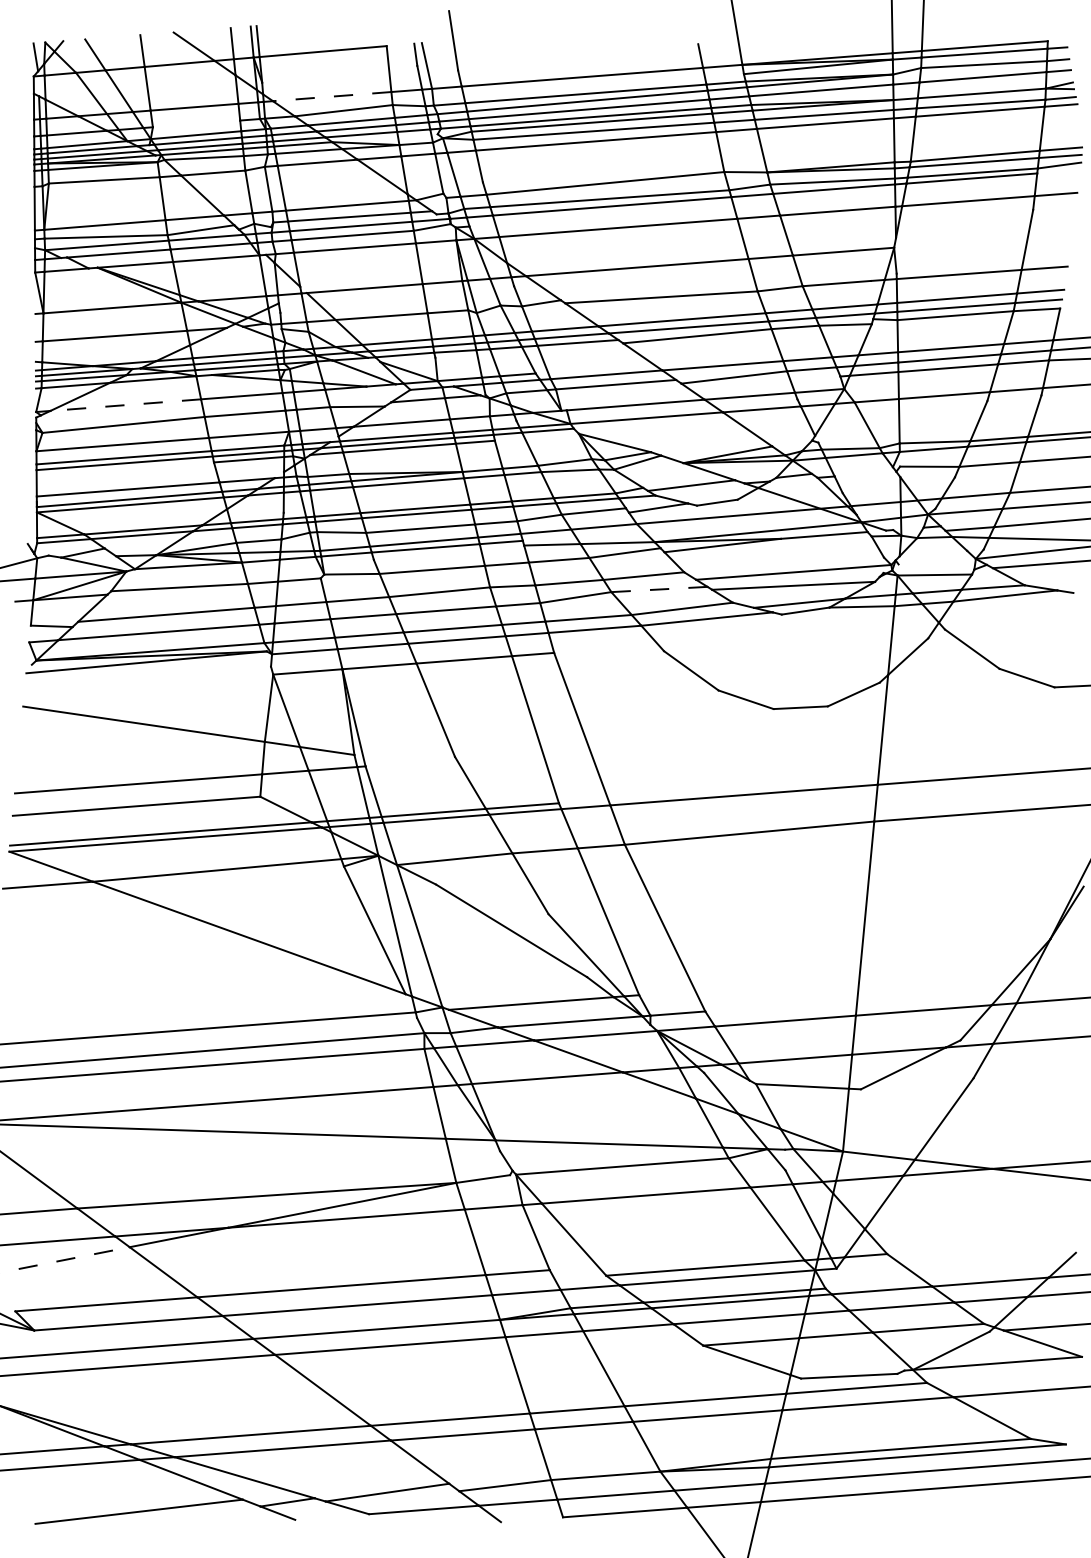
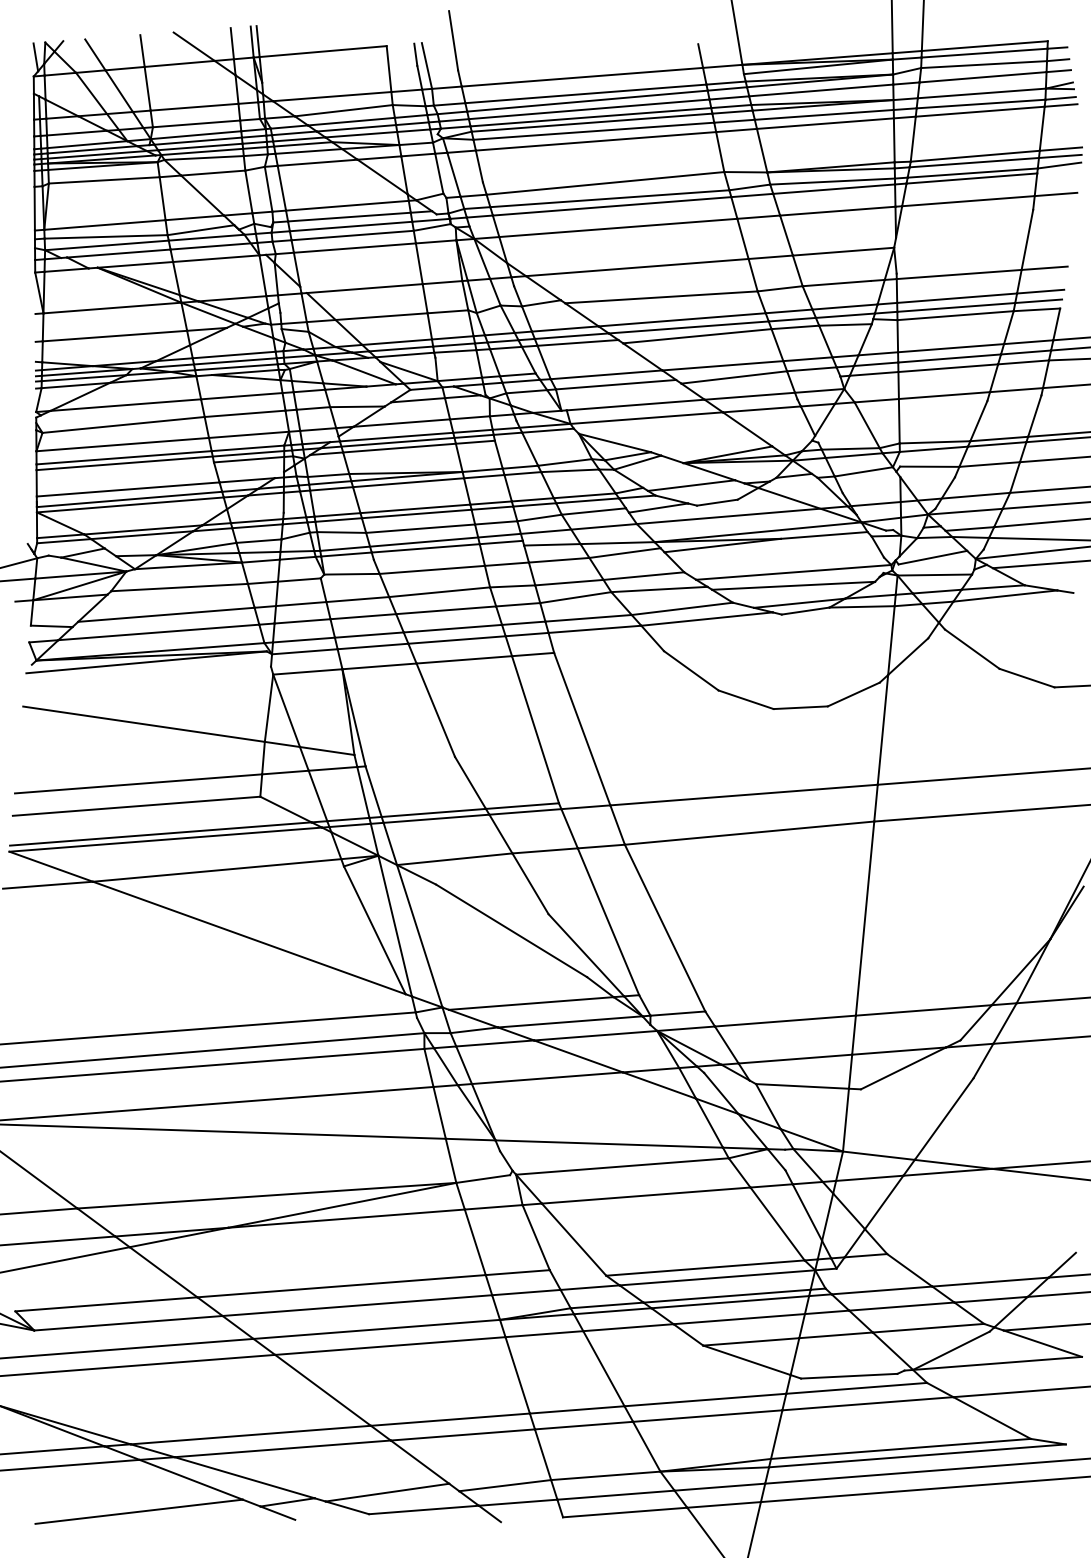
line at (331, 96): dashed -> solid
line at (196, 123): none -> present
line at (125, 405): dashed -> solid
line at (863, 471): none -> present
line at (932, 557): none -> present
line at (658, 589): dashed -> solid
line at (65, 1259): dashed -> solid
